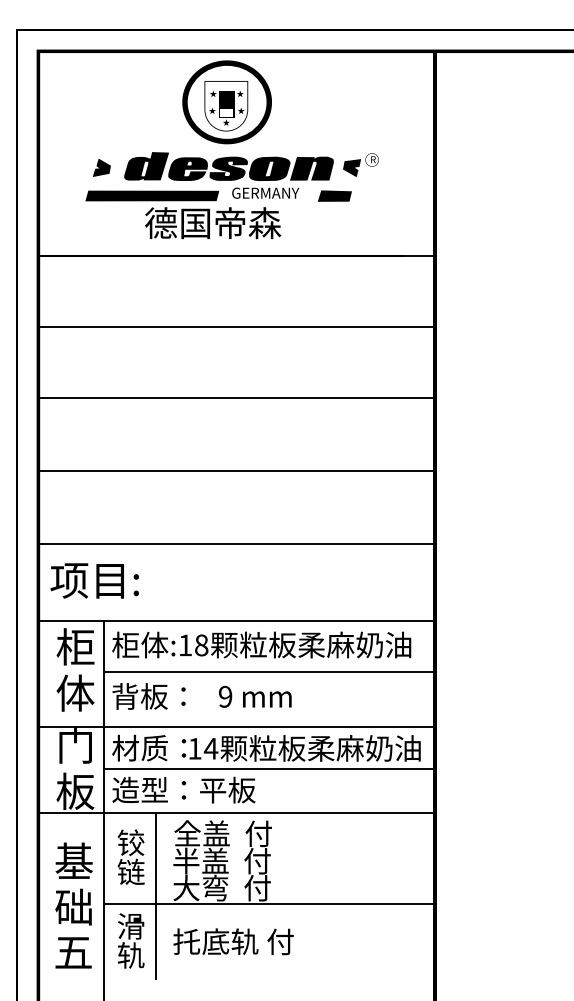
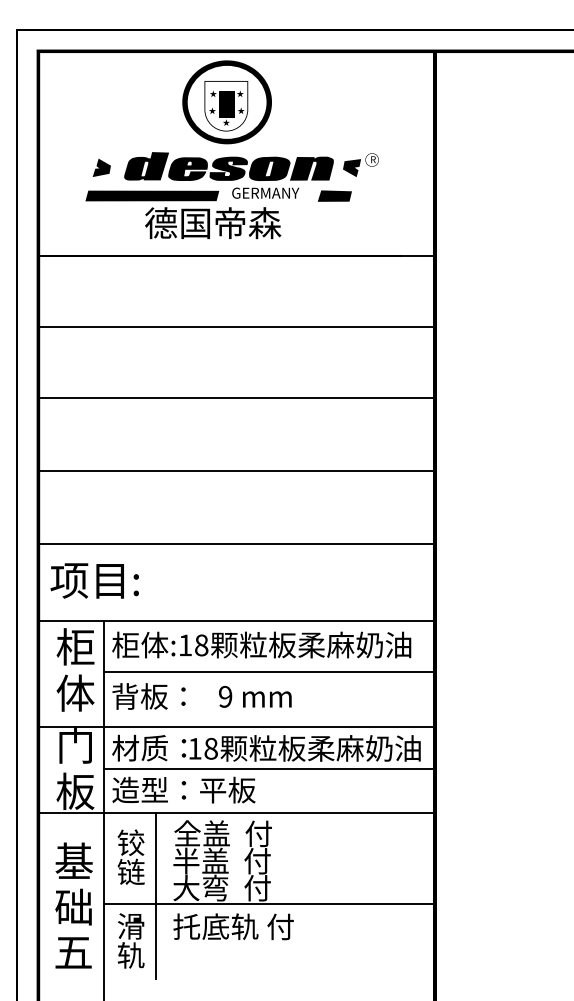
fill at (226, 112): none -> present
text at (210, 748): 14 -> 18
text at (233, 941) position: (233, 941) -> (233, 926)
